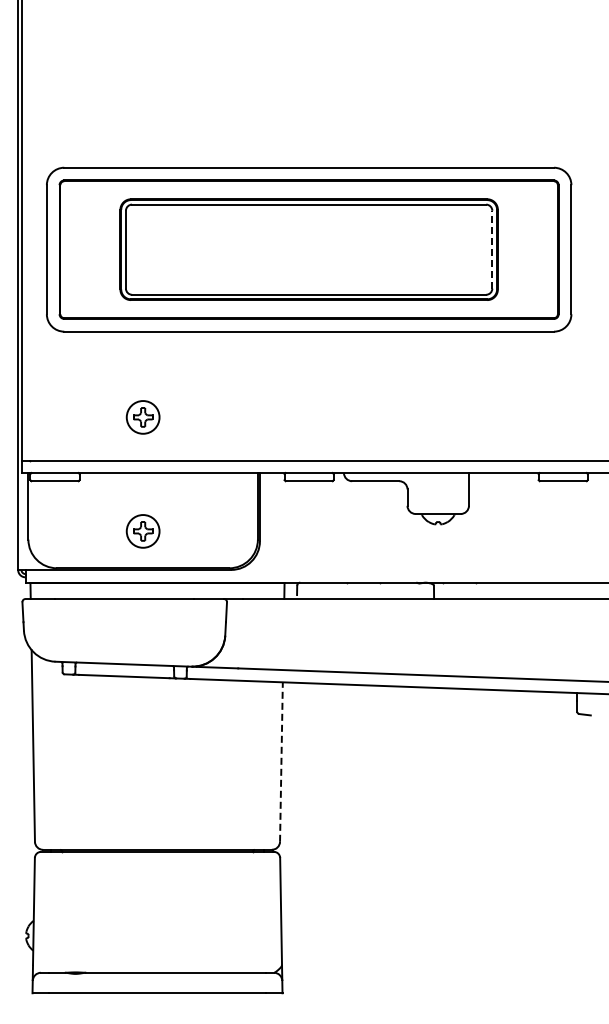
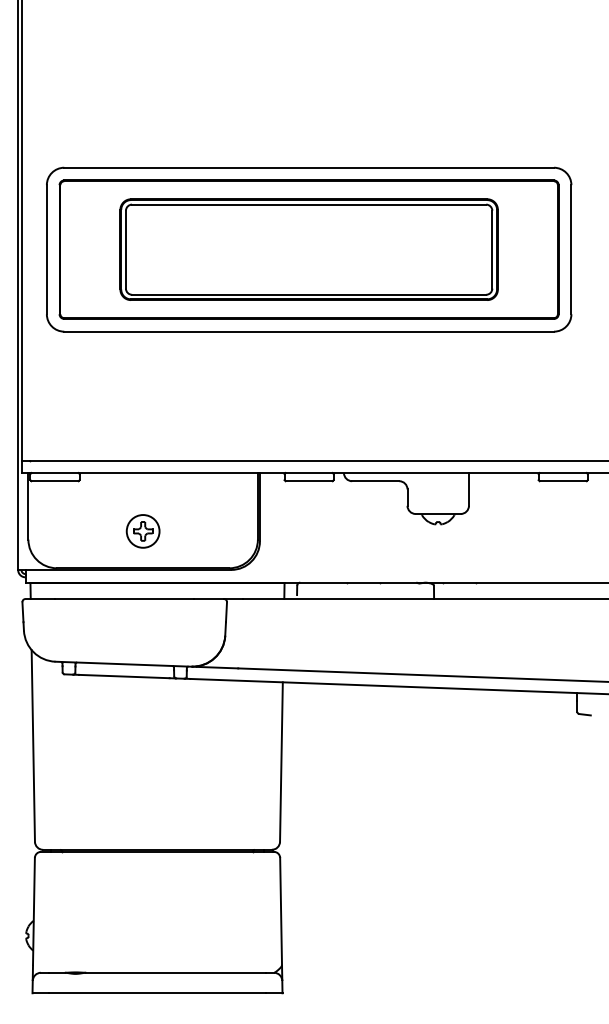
line at (492, 249): dashed -> solid
part at (142, 417): present -> none
line at (281, 762): dashed -> solid
